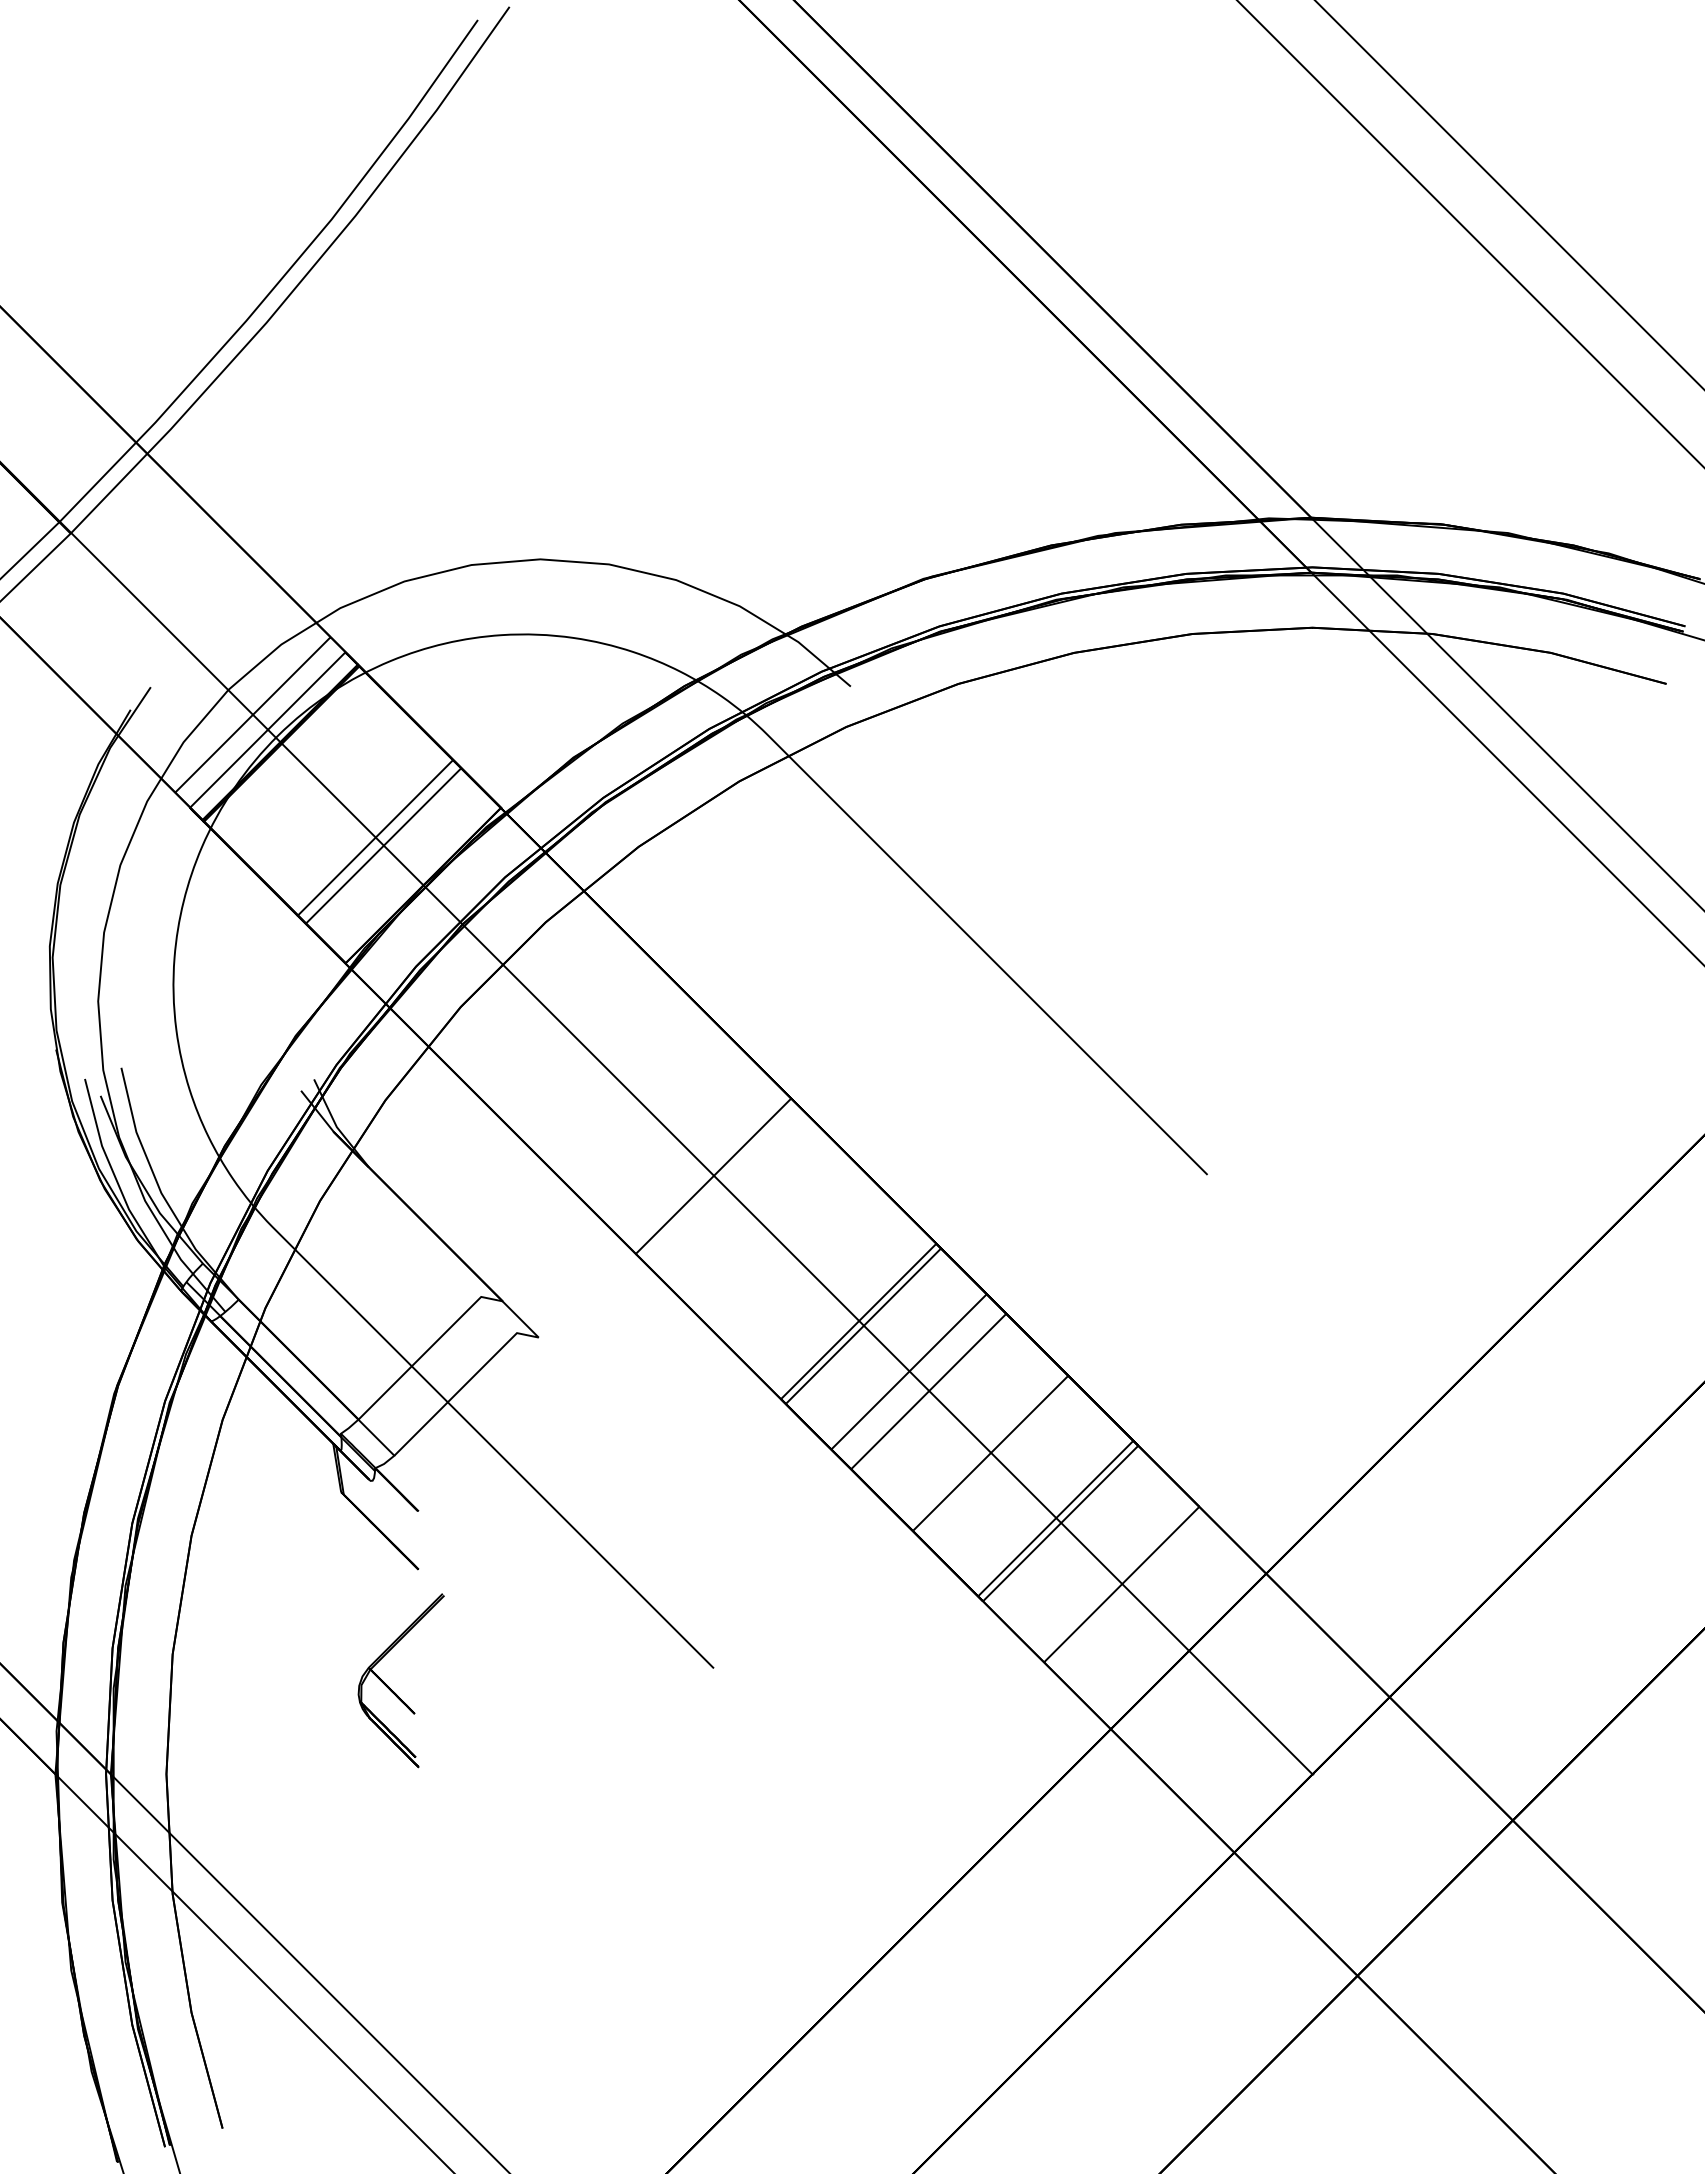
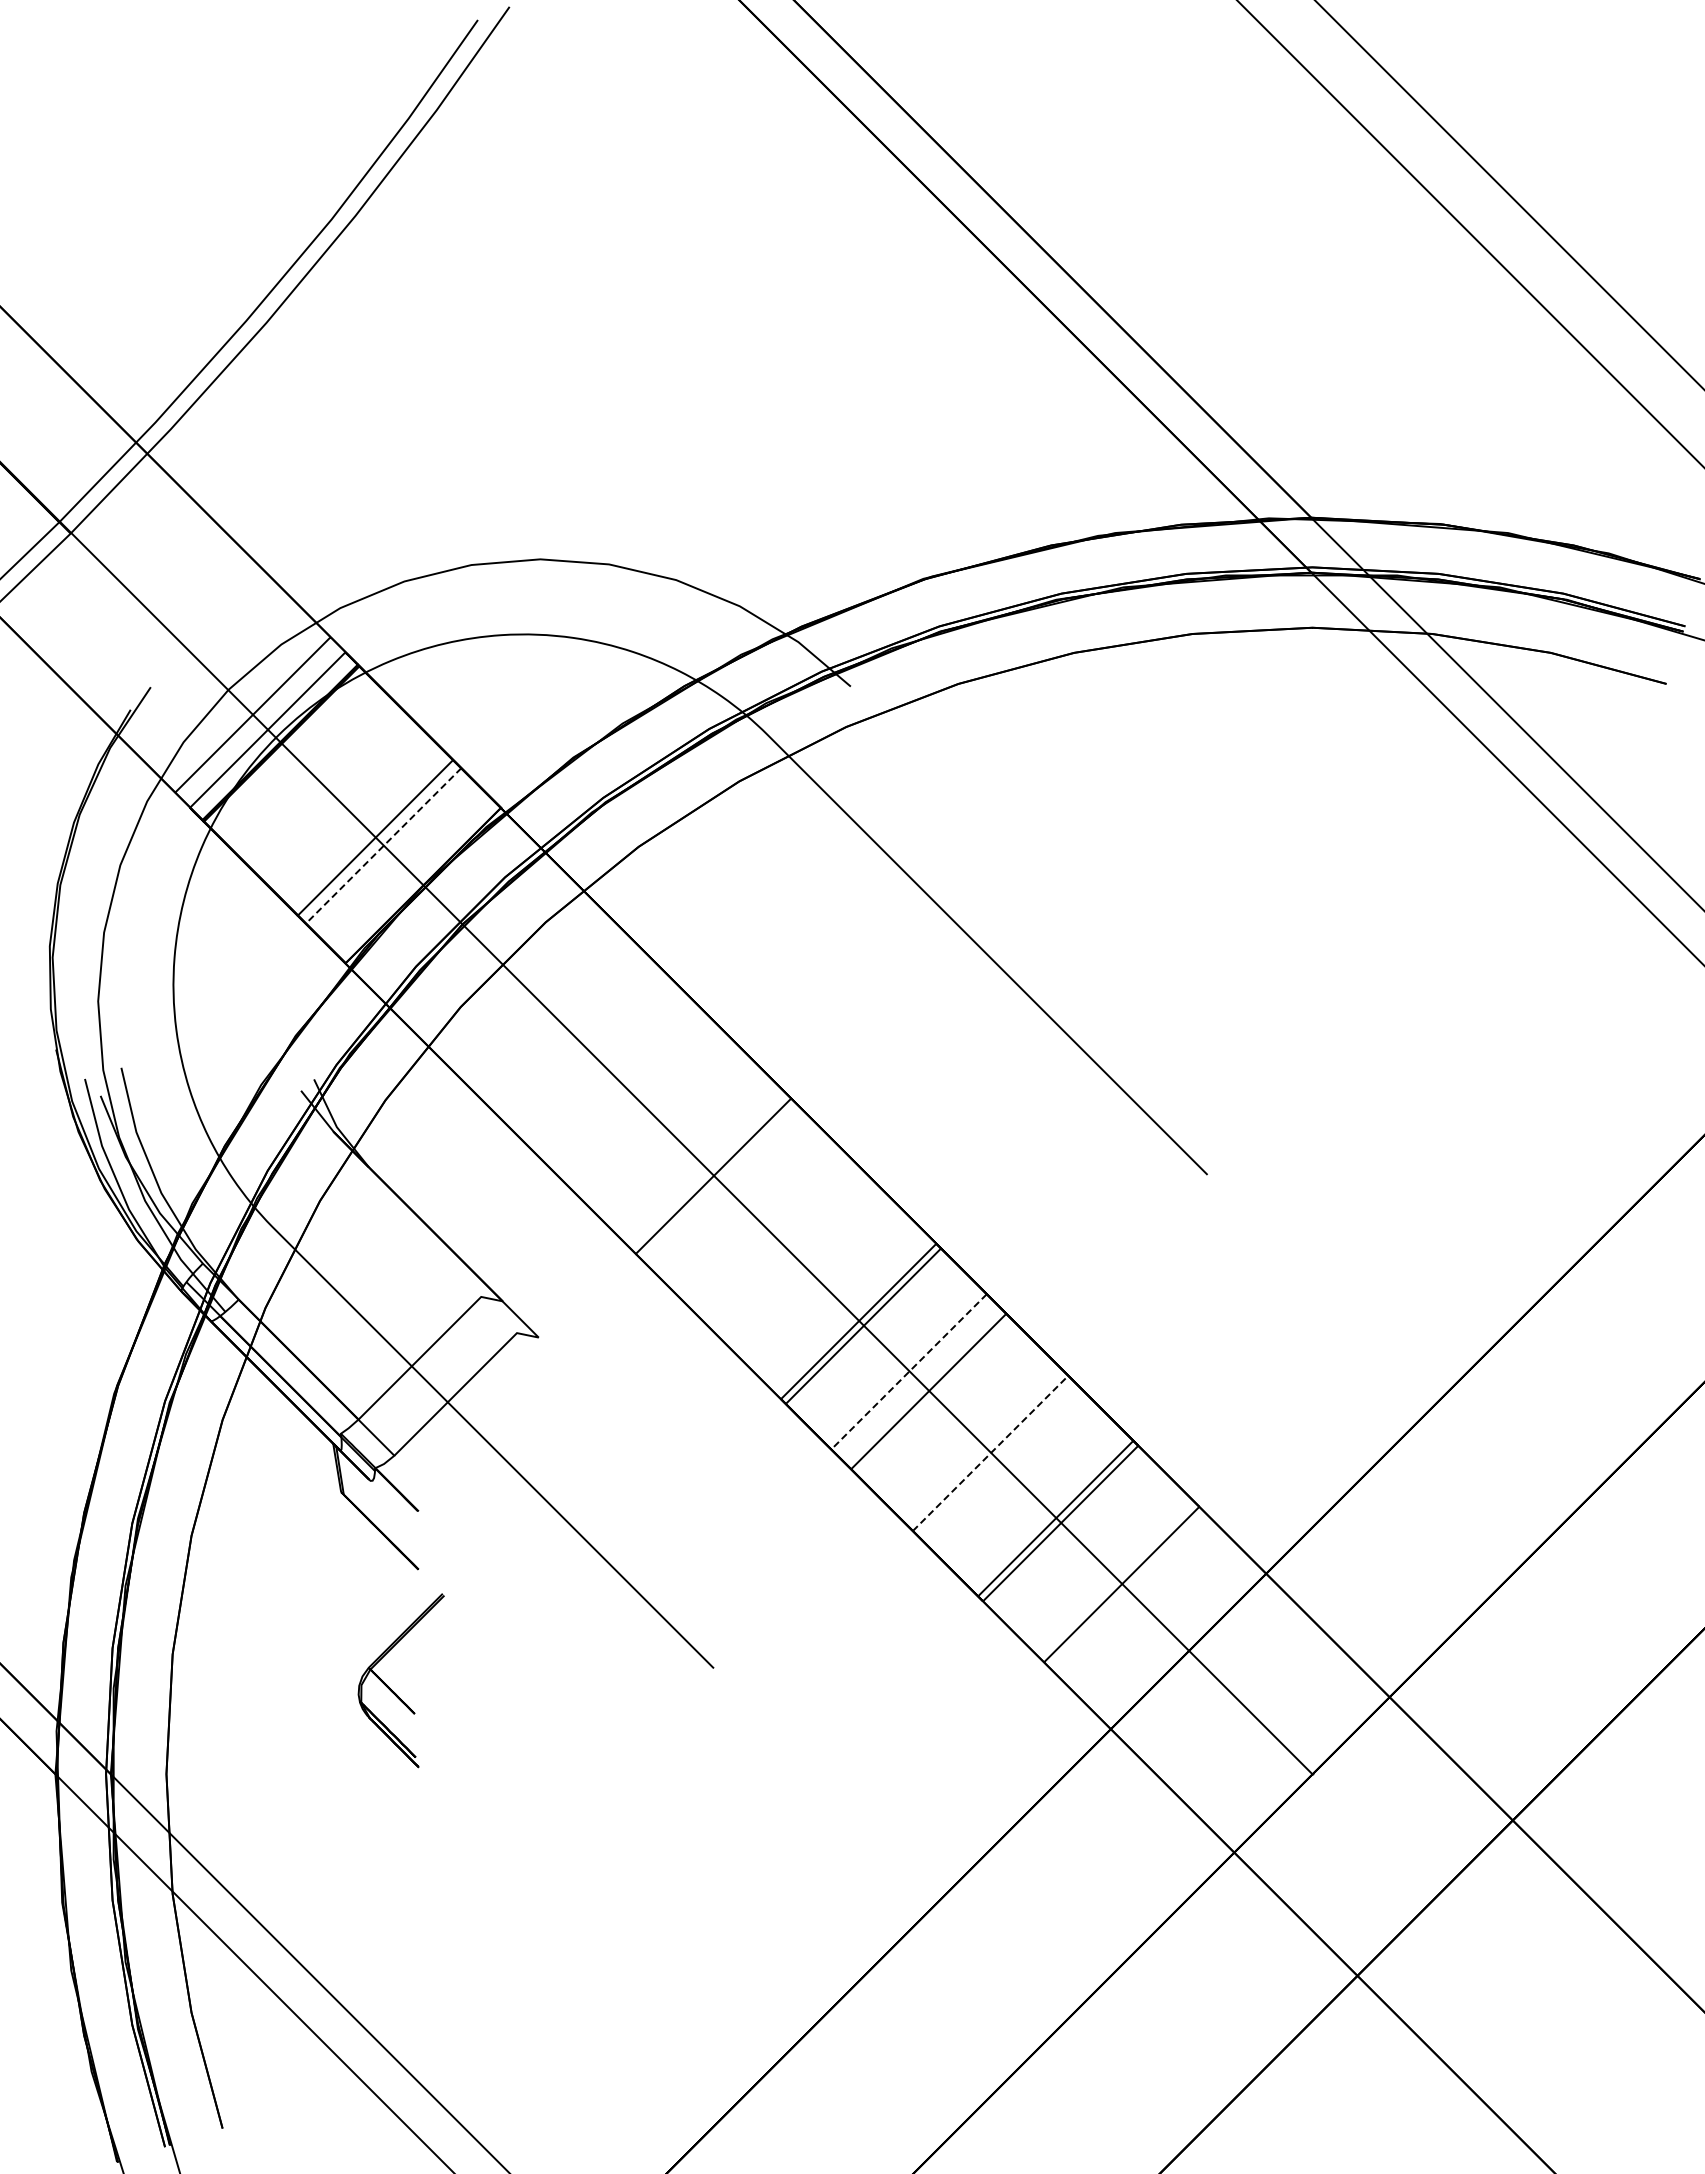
line at (383, 845): solid -> dashed
line at (909, 1371): solid -> dashed
line at (990, 1453): solid -> dashed
